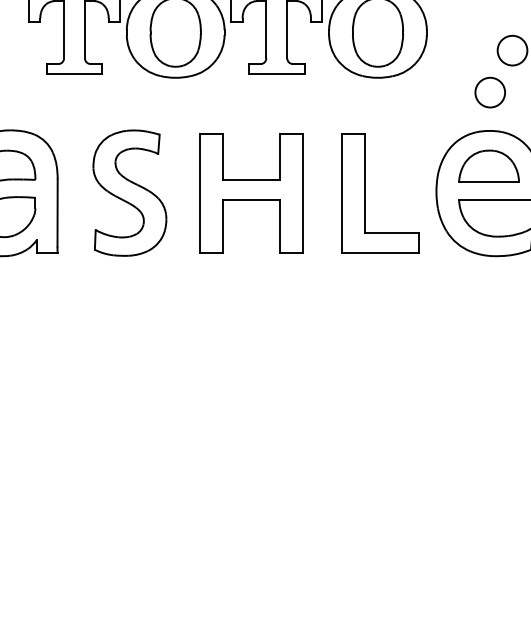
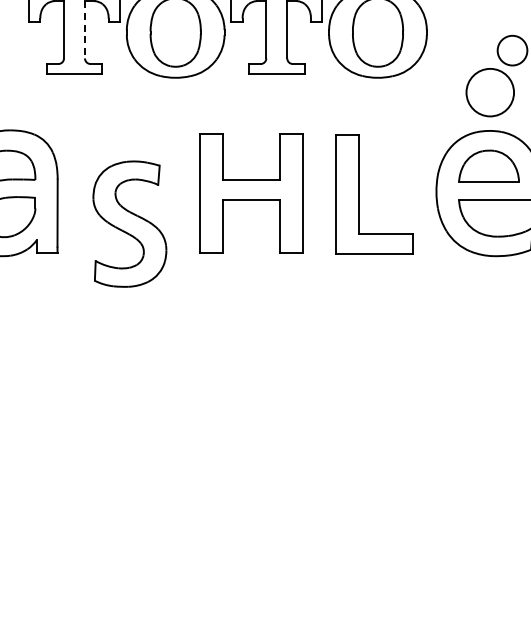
line at (84, 29): solid -> dashed
circle at (490, 92) diameter: 30 px -> 48 px
part at (129, 192) position: (129, 192) -> (129, 223)
part at (365, 193) position: (365, 193) -> (359, 194)
